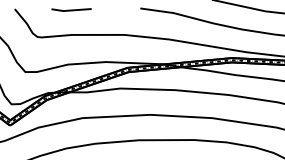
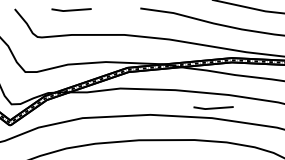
line at (213, 107): none -> present
